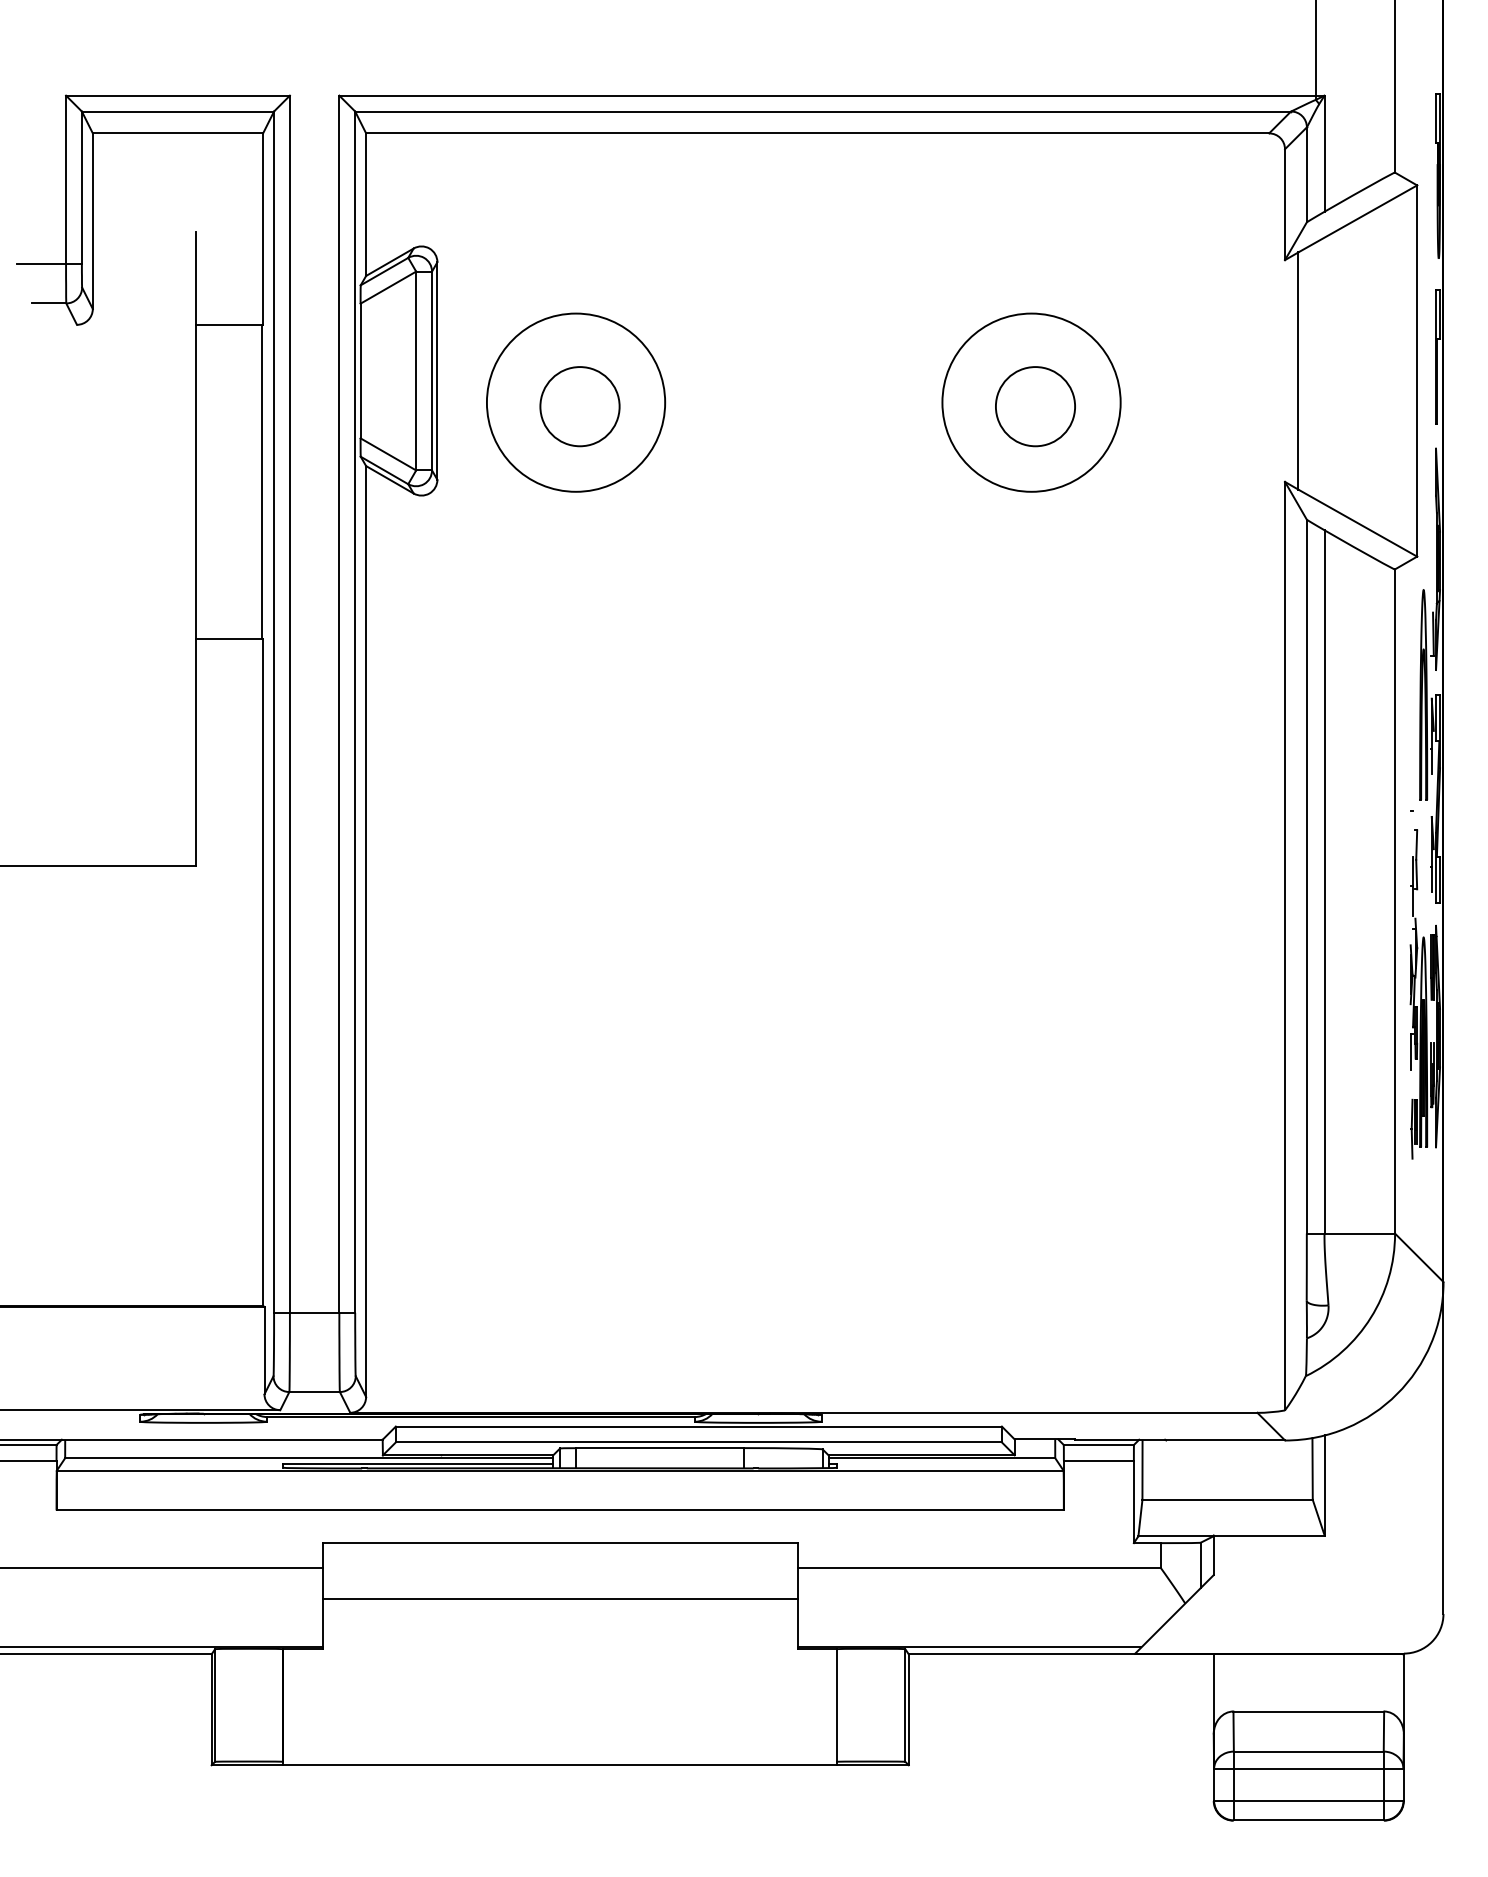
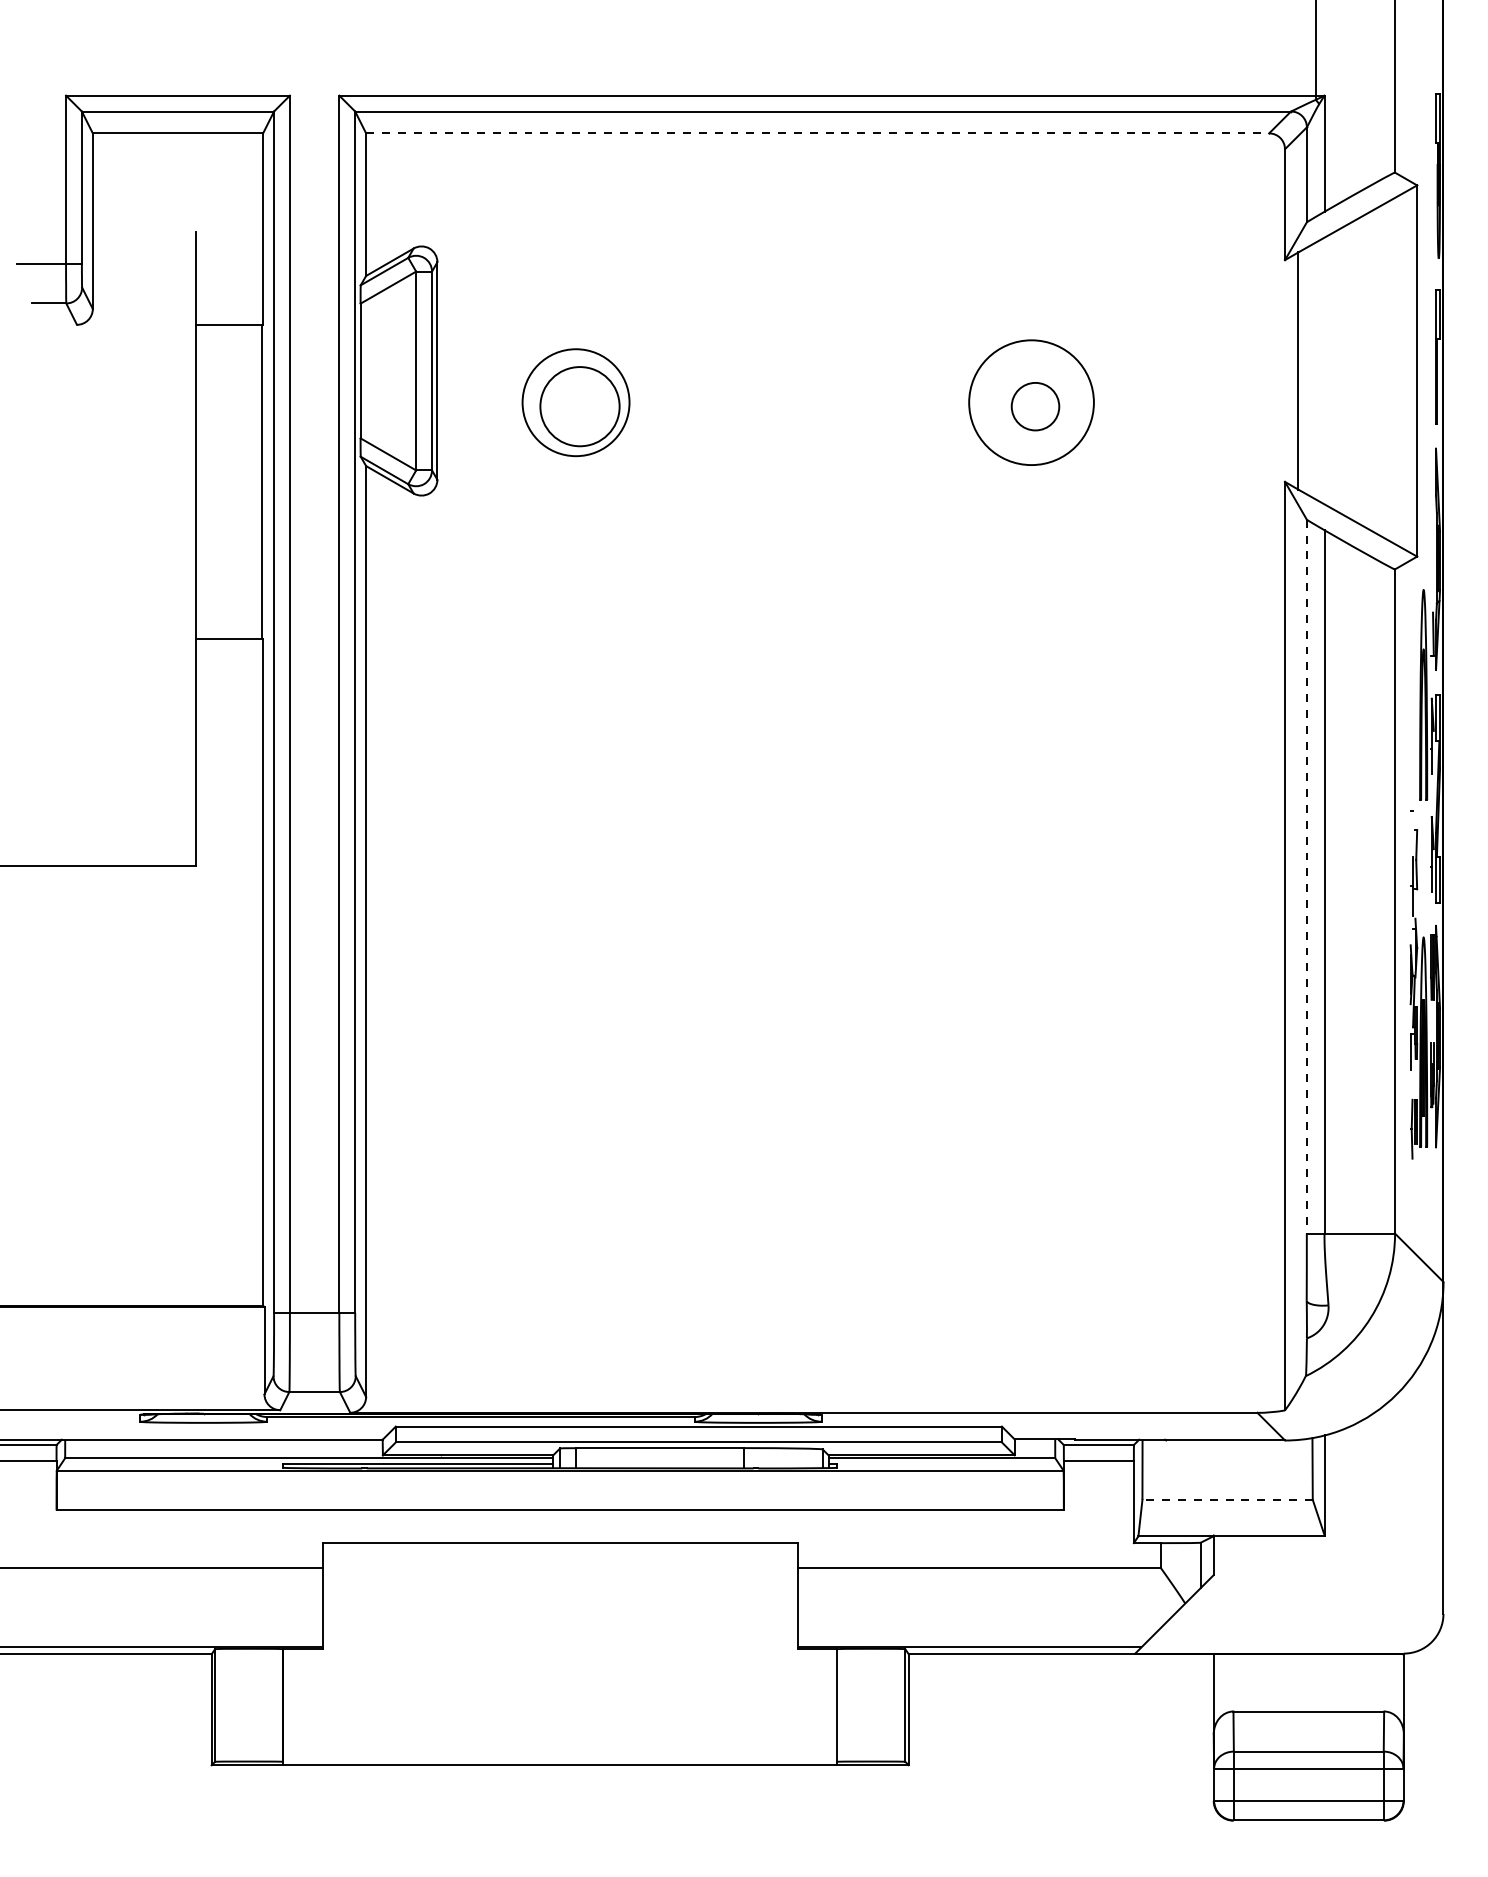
line at (817, 133): solid -> dashed
circle at (575, 402) diameter: 178 px -> 107 px
circle at (1031, 402) diameter: 178 px -> 125 px
circle at (1035, 406) diameter: 79 px -> 48 px
line at (1306, 876): solid -> dashed
line at (1227, 1499): solid -> dashed
line at (559, 1598): present -> none
